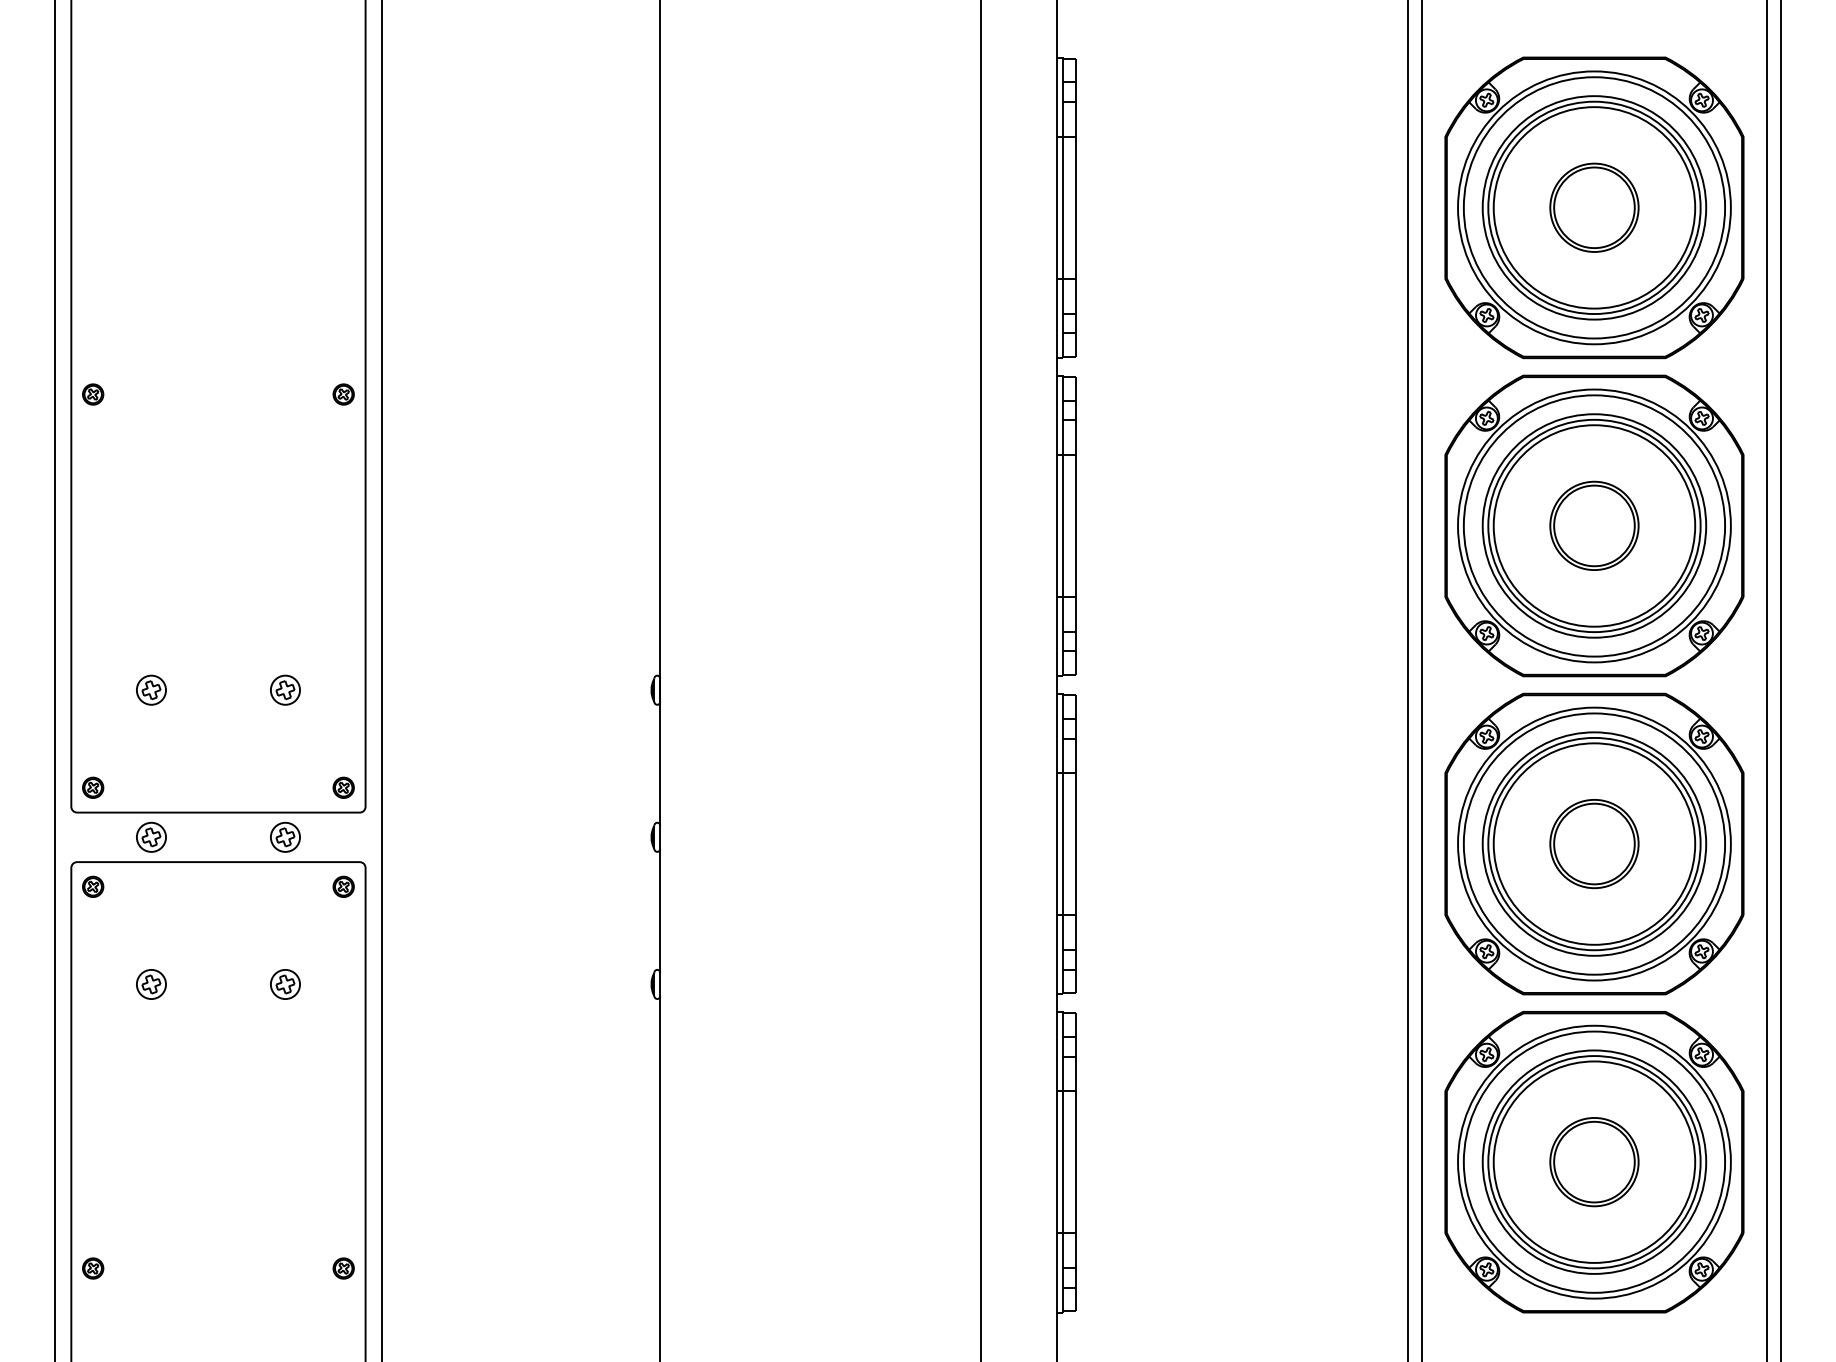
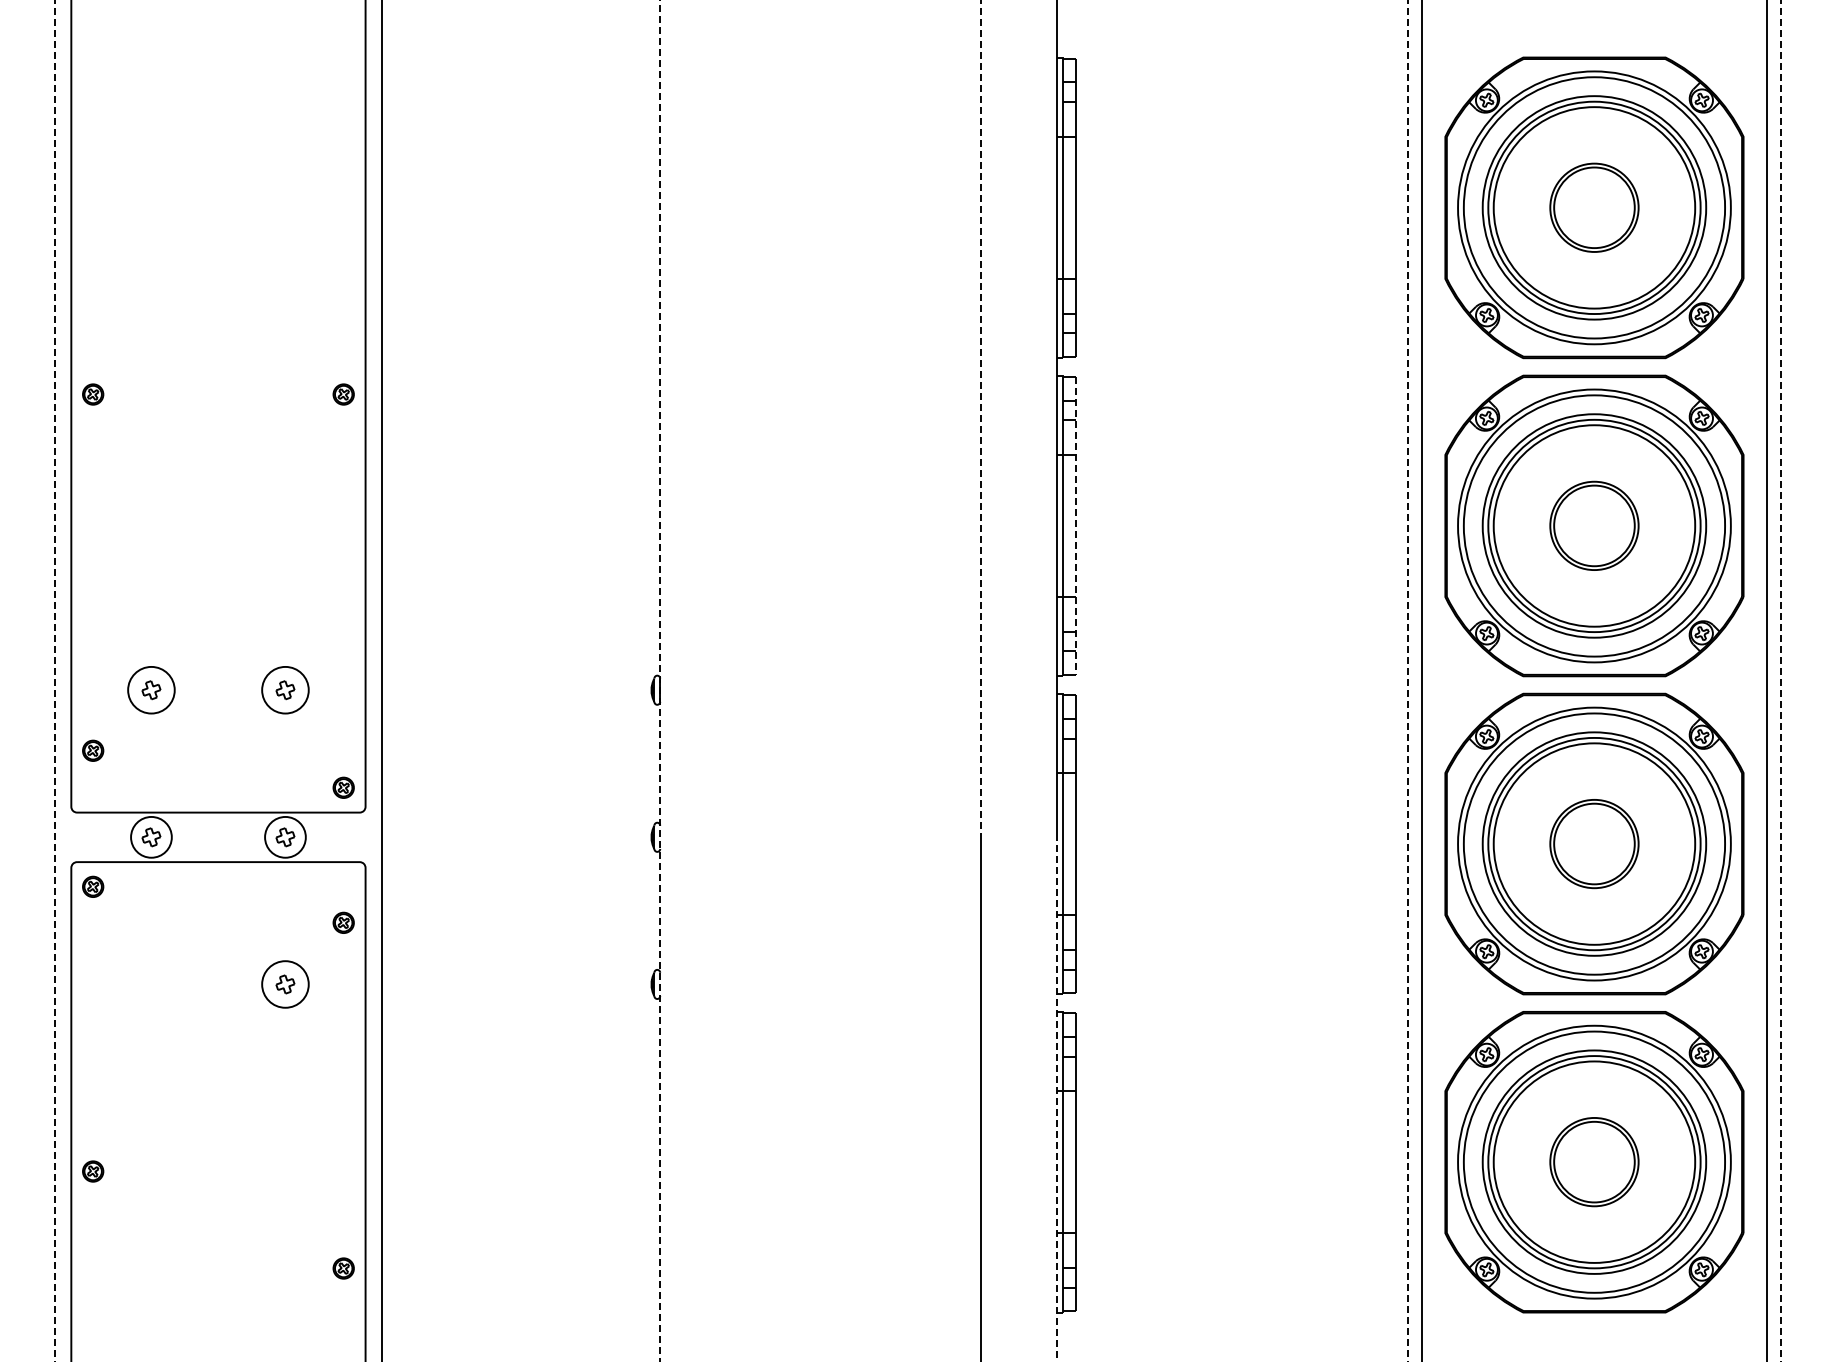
line at (980, 420): solid -> dashed
line at (1075, 525): solid -> dashed
line at (55, 680): solid -> dashed
line at (660, 681): solid -> dashed
line at (1408, 681): solid -> dashed
line at (1780, 681): solid -> dashed
circle at (151, 689) diameter: 29 px -> 47 px
circle at (285, 689) diameter: 29 px -> 47 px
part at (93, 787) position: (93, 787) -> (93, 750)
circle at (151, 836) diameter: 29 px -> 41 px
circle at (285, 836) diameter: 29 px -> 41 px
part at (343, 886) position: (343, 886) -> (343, 922)
part at (151, 984): present -> none
circle at (285, 984) diameter: 29 px -> 47 px
line at (1056, 1101): solid -> dashed
part at (93, 1268) position: (93, 1268) -> (93, 1171)
